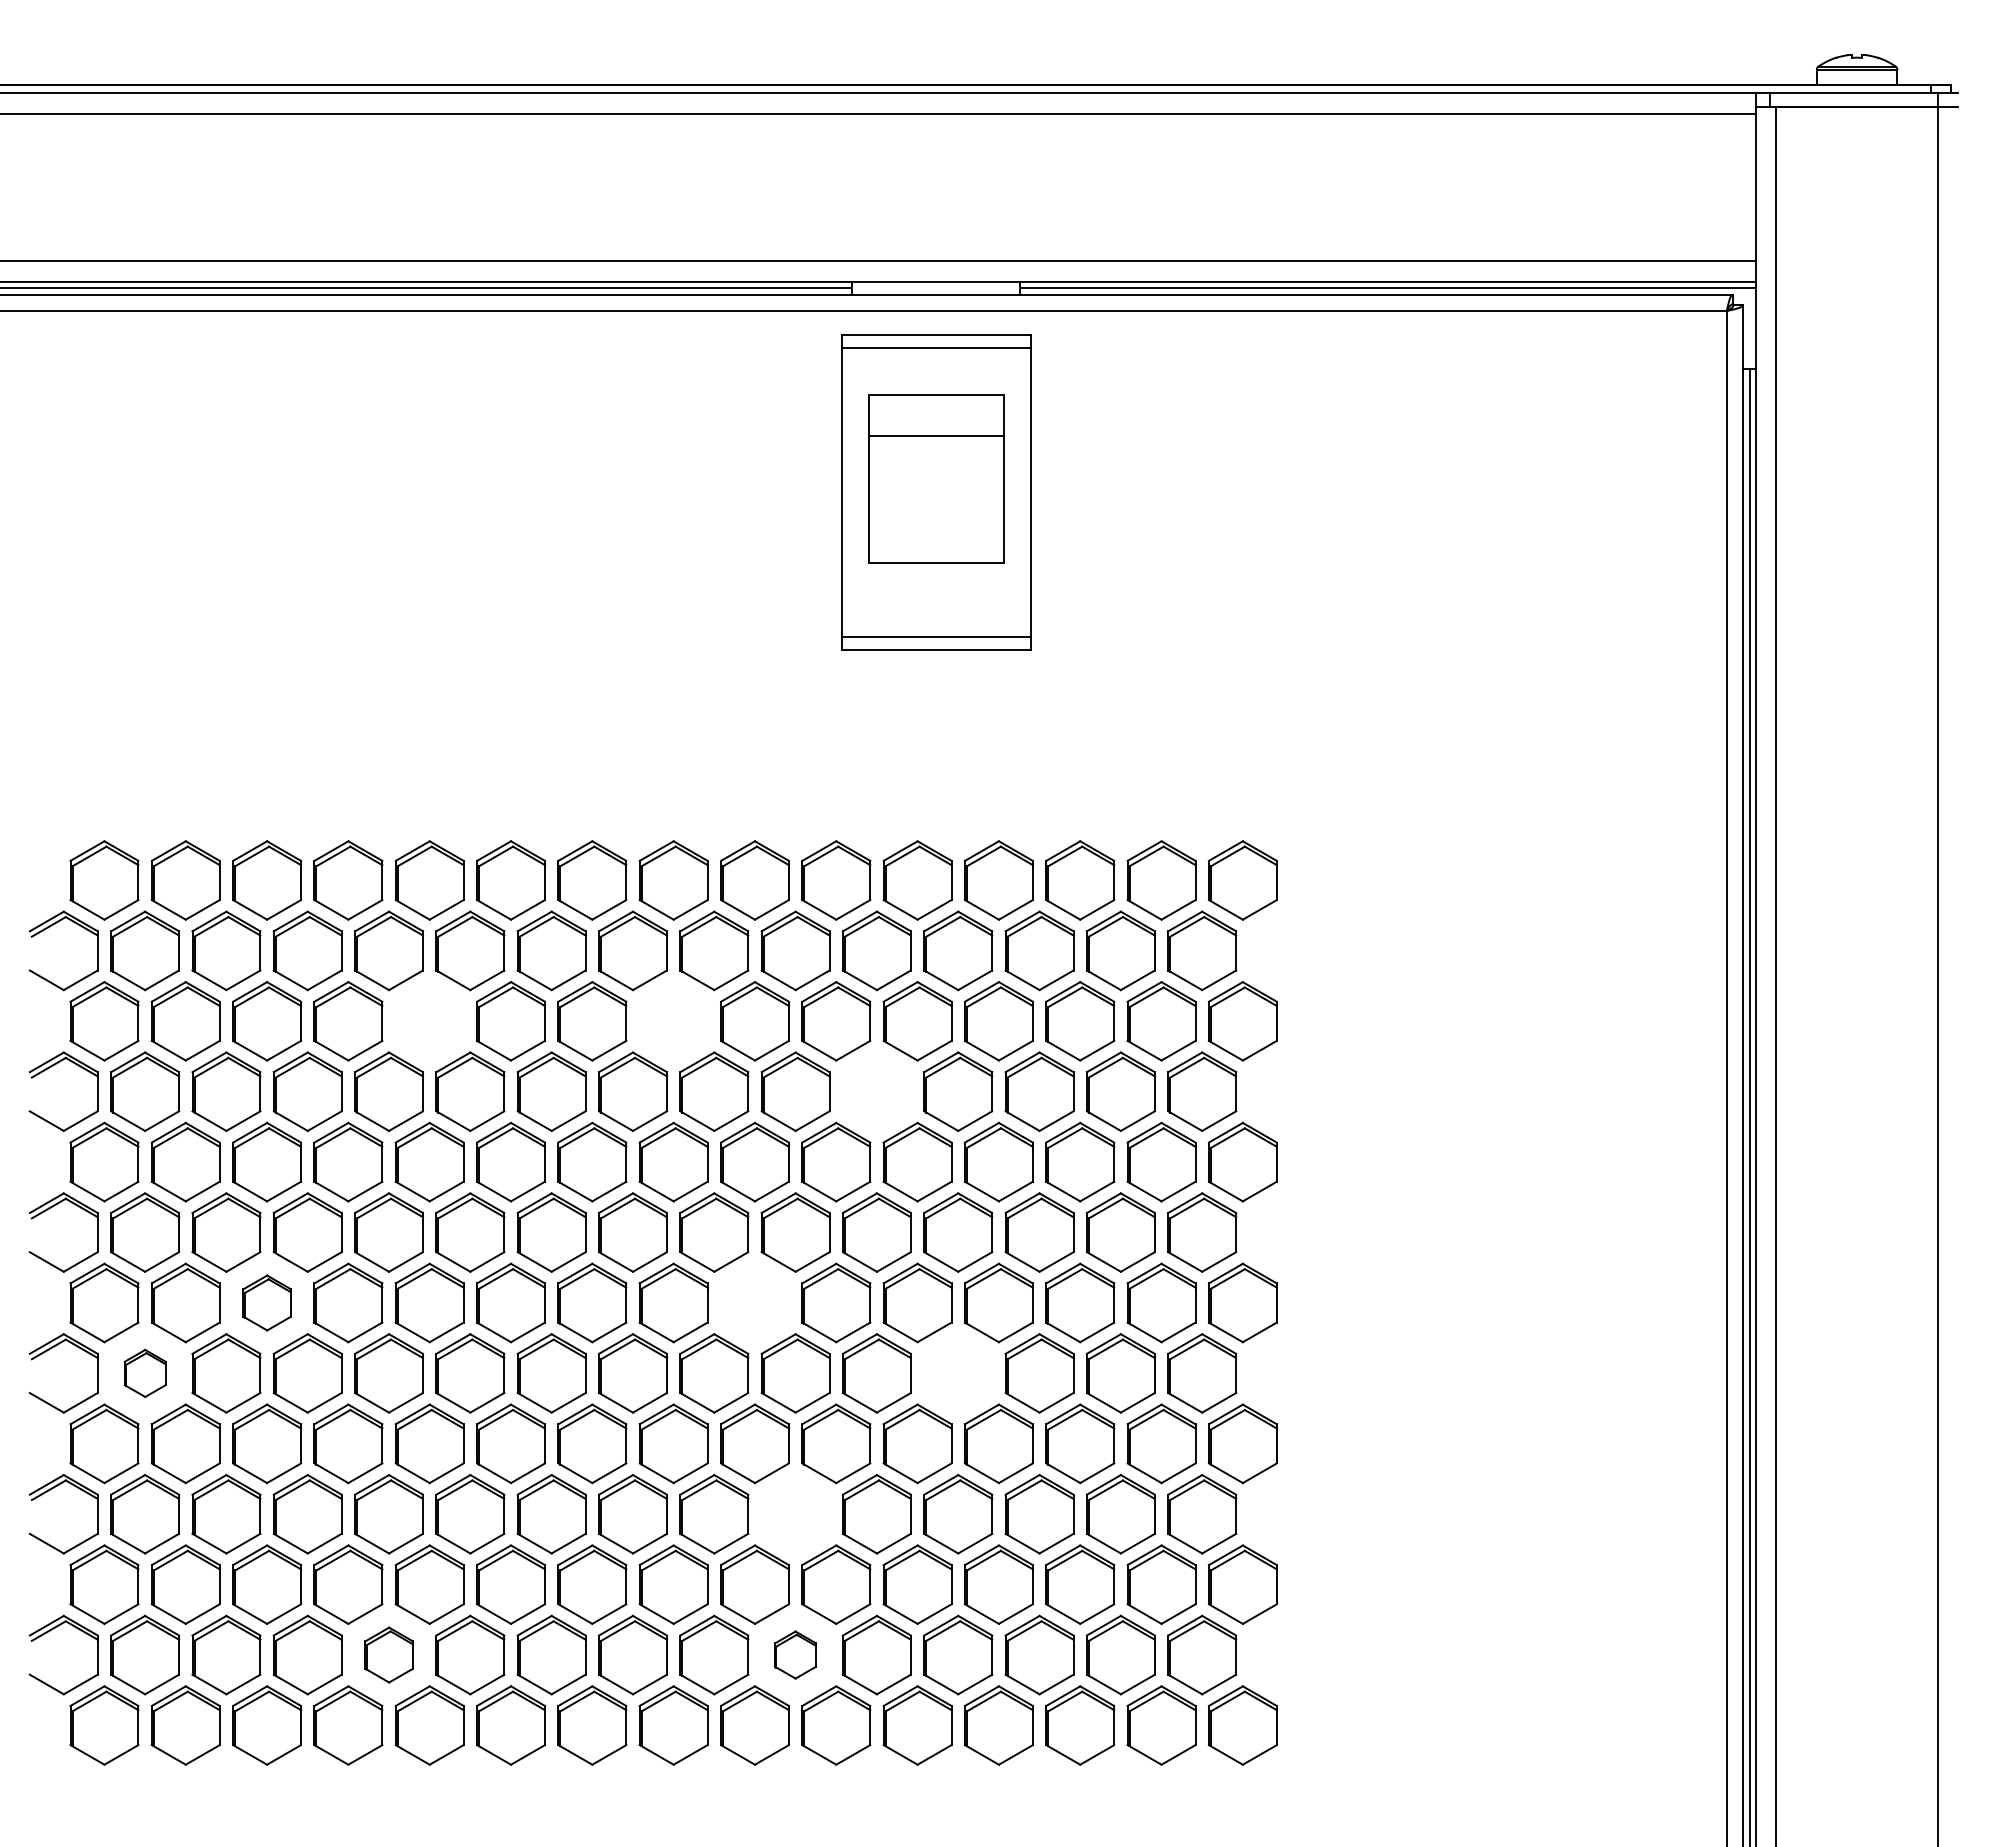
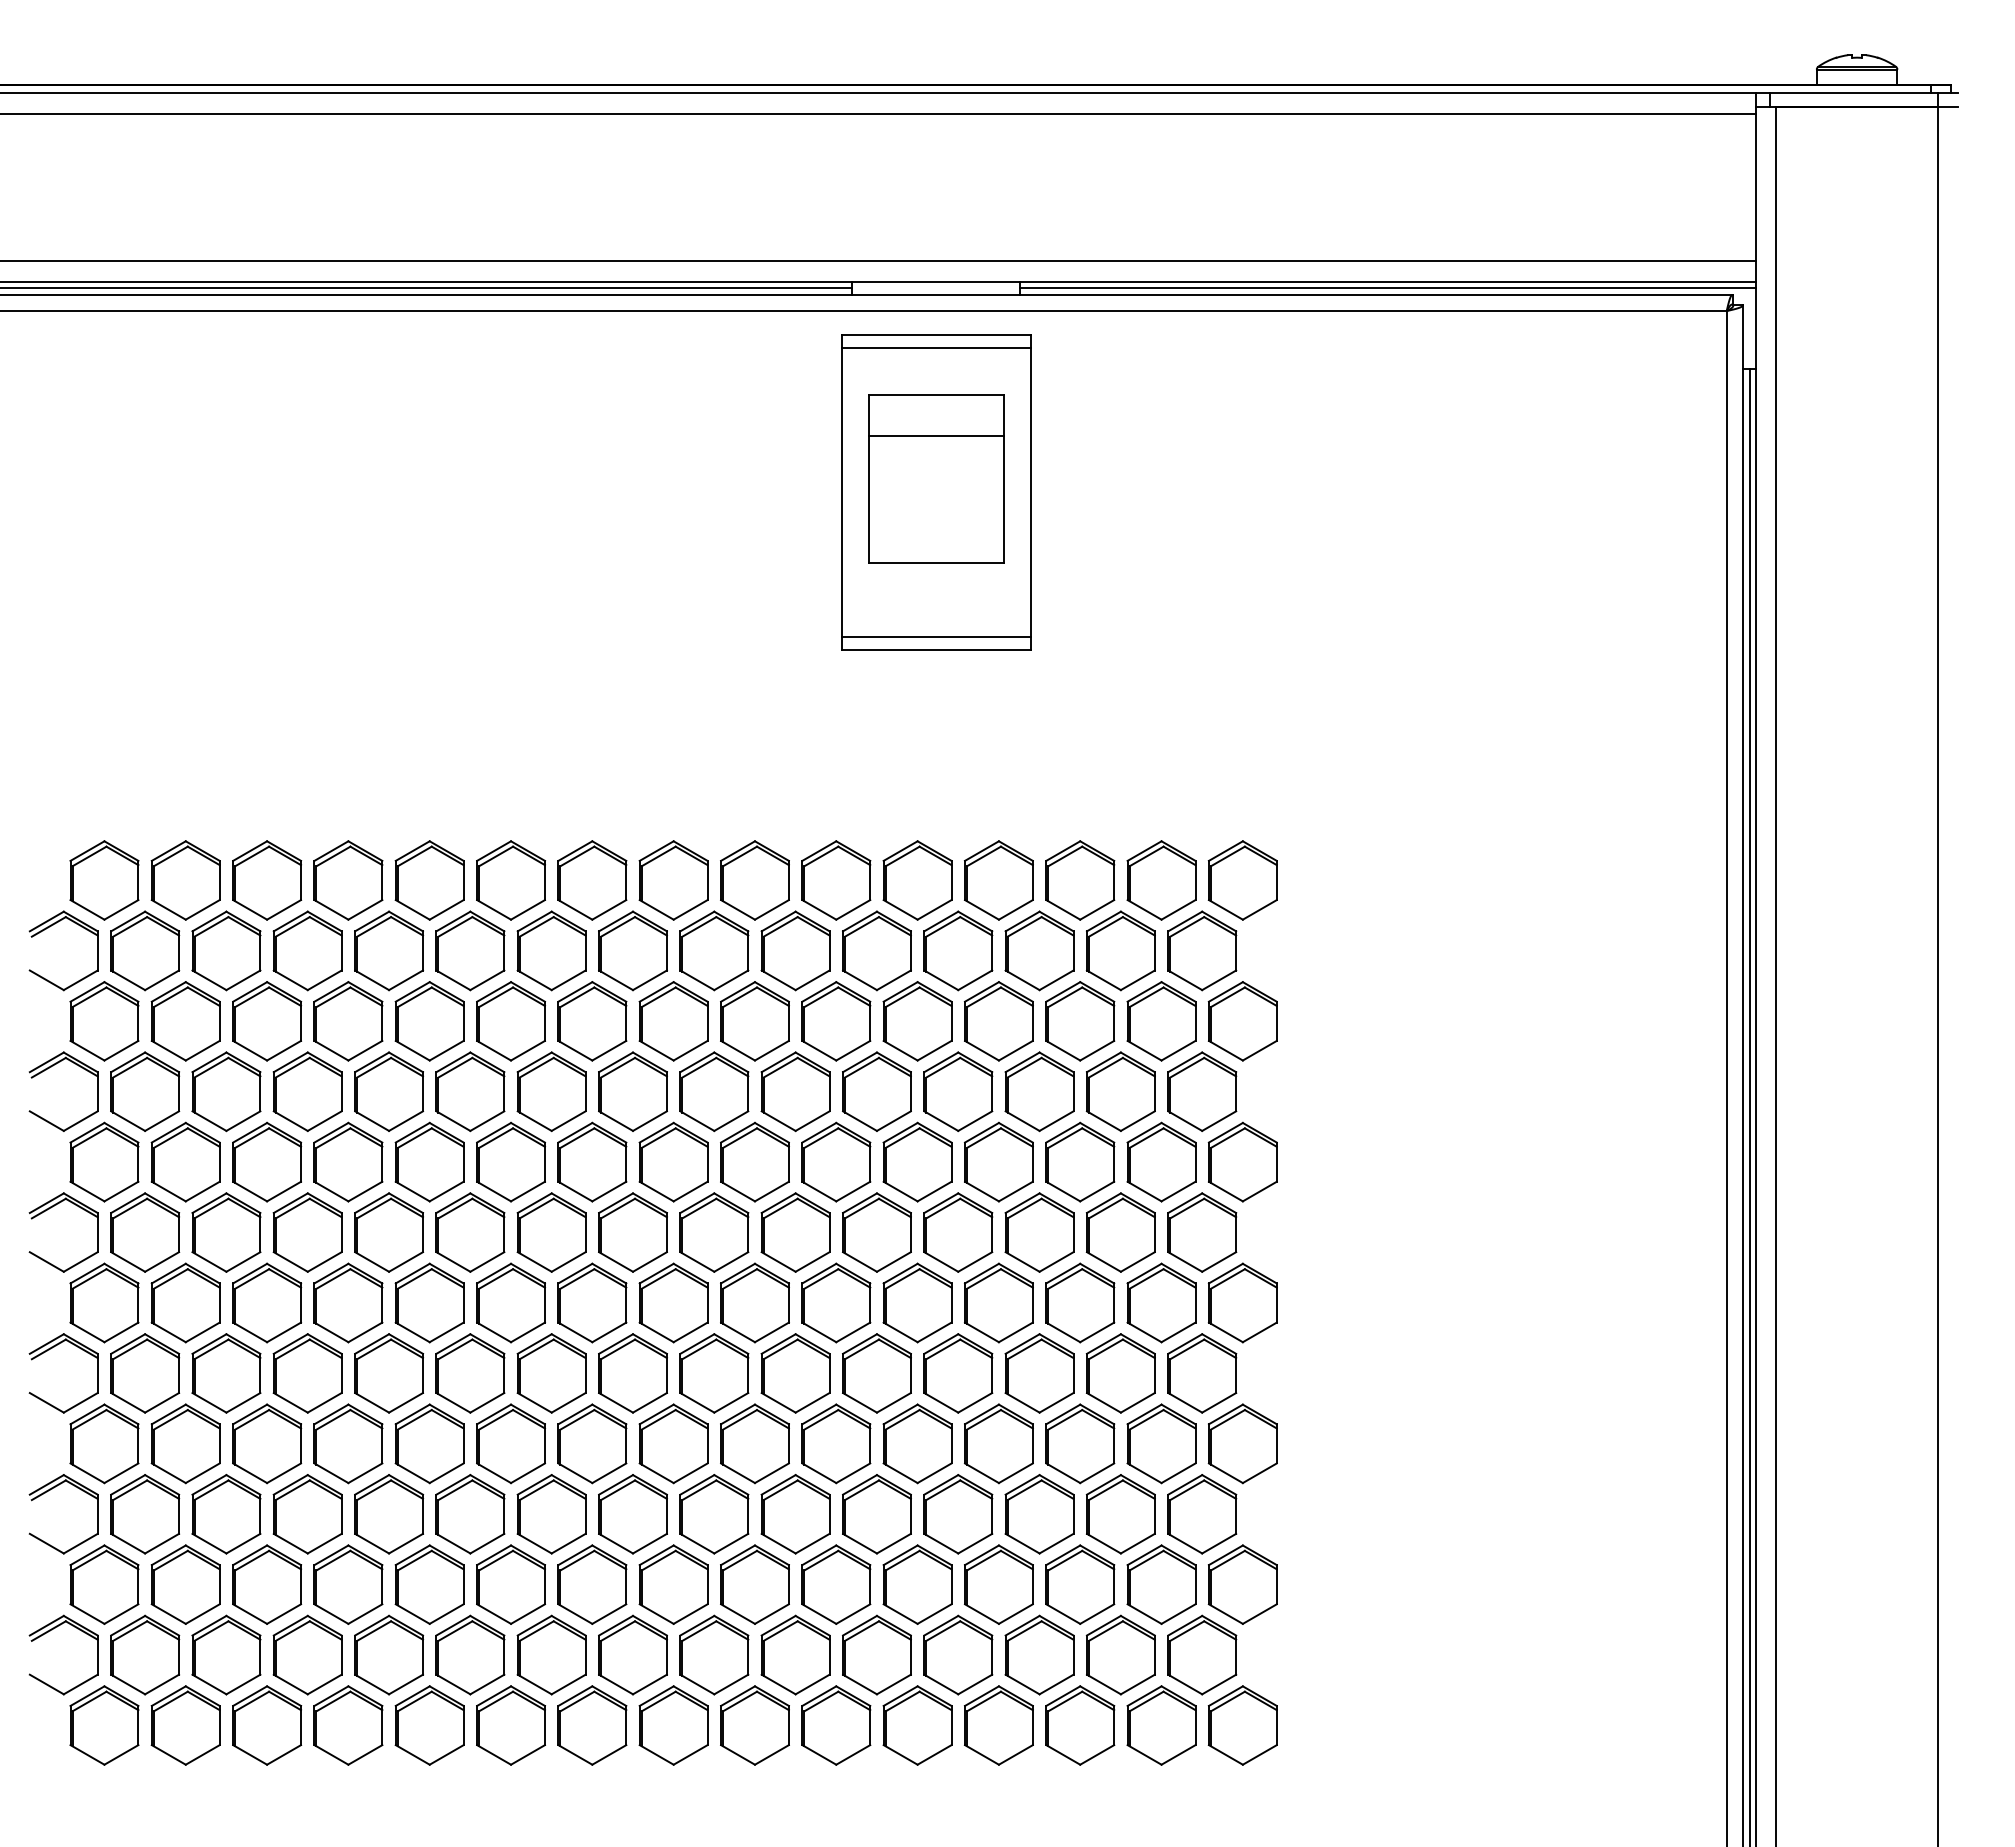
part at (429, 1021): none -> present
part at (673, 1021): none -> present
part at (876, 1091): none -> present
part at (266, 1302) size: 50x58 px -> 71x82 px
part at (754, 1302): none -> present
part at (144, 1373) size: 44x51 px -> 71x81 px
part at (958, 1373): none -> present
part at (795, 1514): none -> present
part at (388, 1654) size: 50x58 px -> 71x82 px
part at (795, 1654) size: 43x50 px -> 71x82 px
